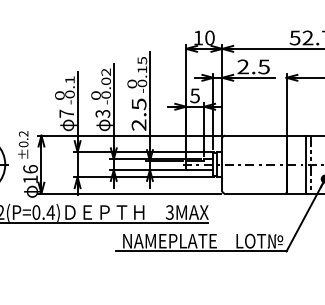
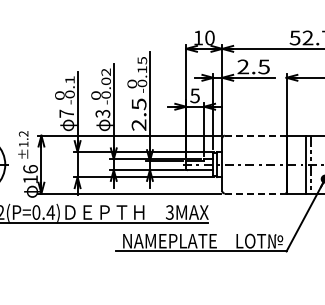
line at (255, 135): solid -> dashed
text at (23, 144): ±0.2 -> ±1.2
line at (255, 193): solid -> dashed
